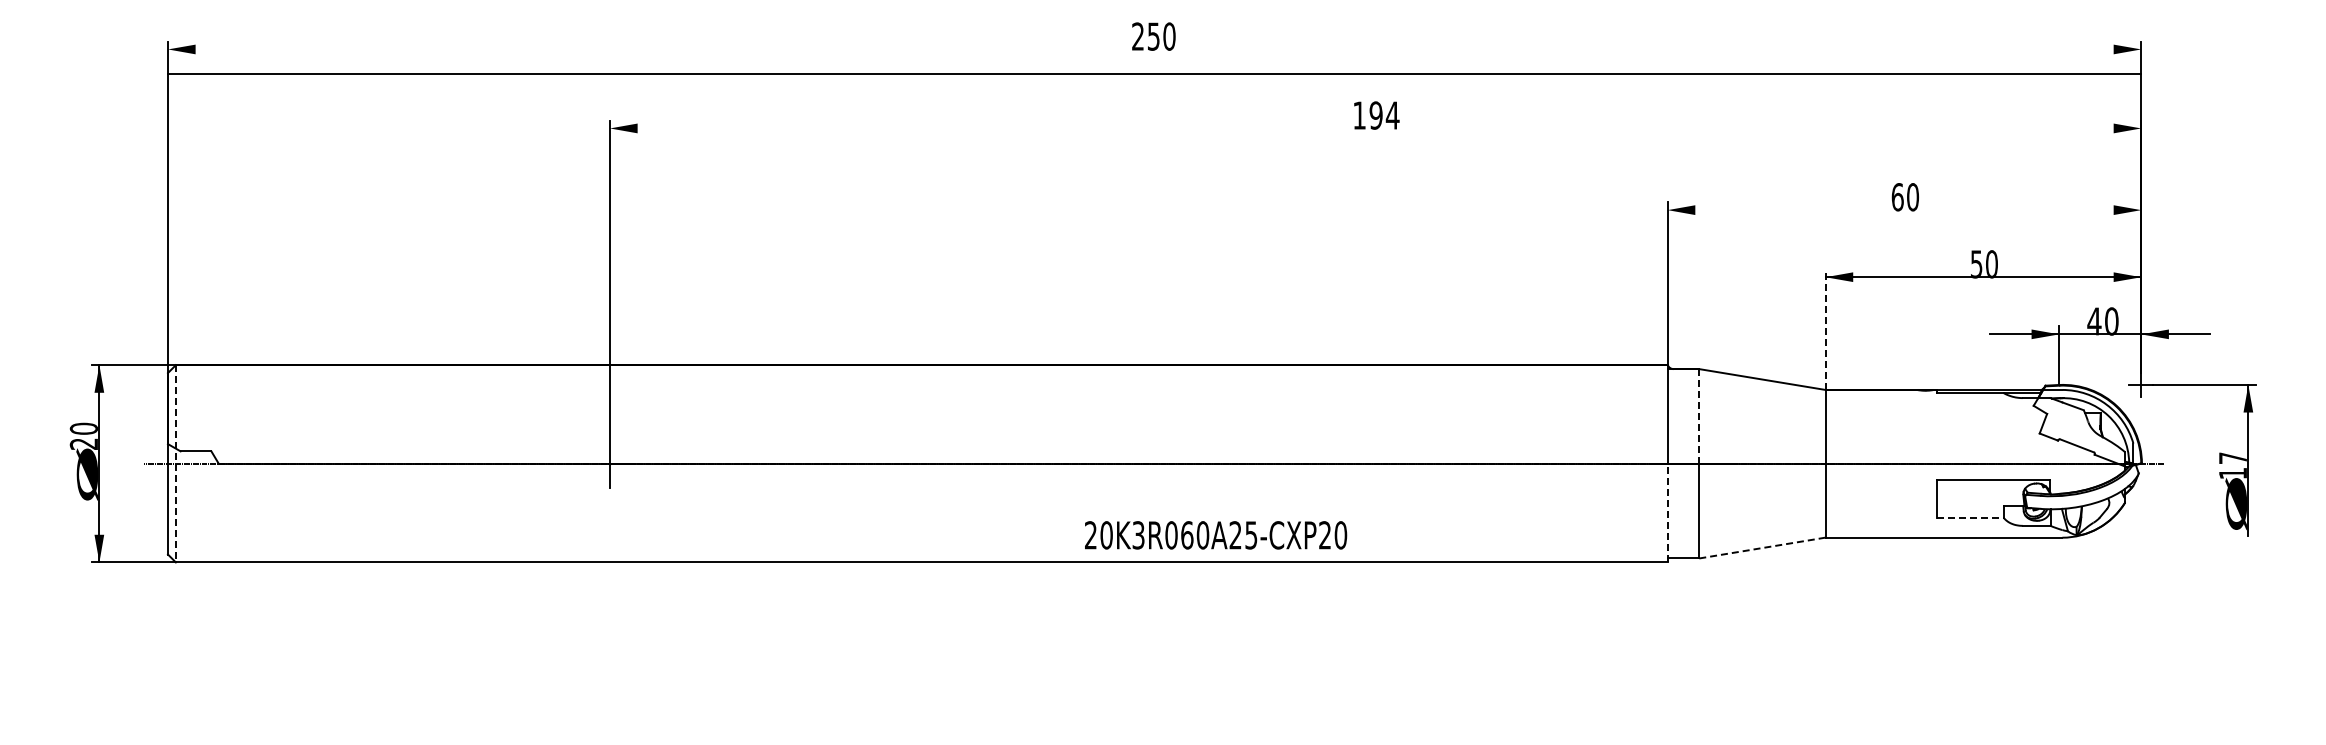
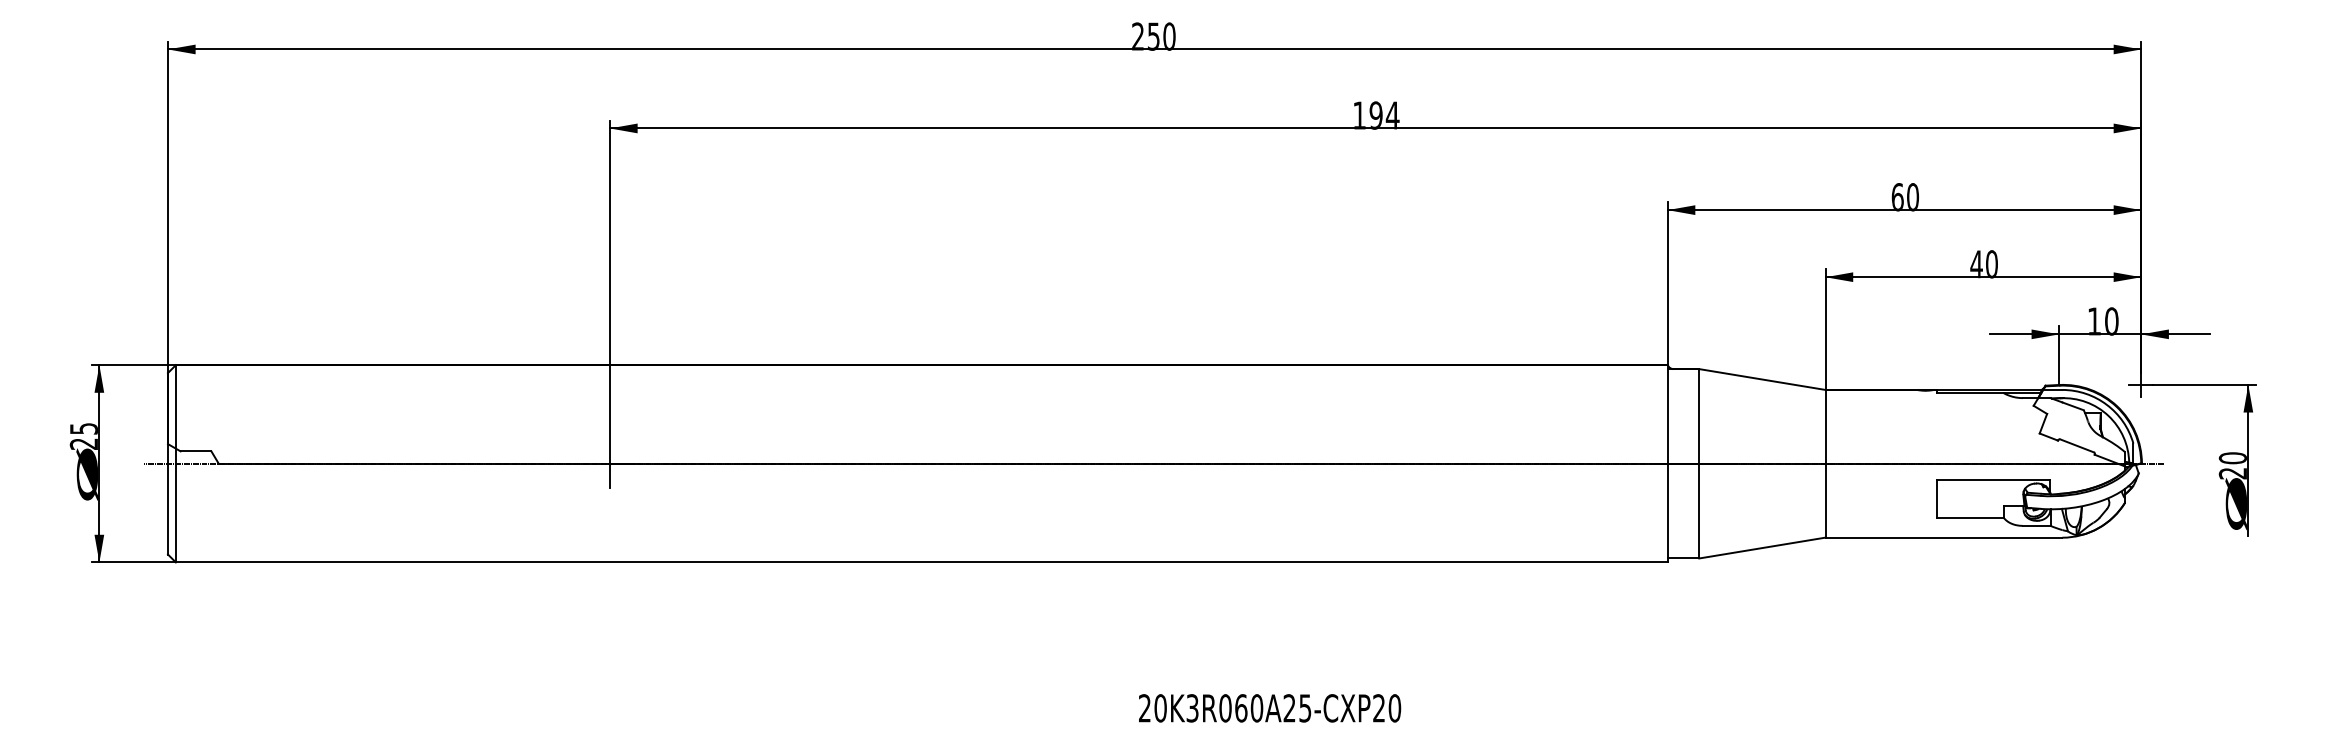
line at (1154, 74) position: (1154, 74) -> (1154, 49)
line at (1375, 128): none -> present
line at (1904, 210): none -> present
text at (1976, 264): 50 -> 40
text at (2094, 321): 40 -> 10
line at (1825, 329): dashed -> solid
line at (1699, 415): dashed -> solid
text at (83, 428): 20 -> 25
line at (175, 463): dashed -> solid
text at (2232, 465): 17 -> 20
line at (1667, 512): dashed -> solid
line at (1971, 518): dashed -> solid
text at (1216, 535) position: (1216, 535) -> (1270, 708)
line at (1762, 548): dashed -> solid
